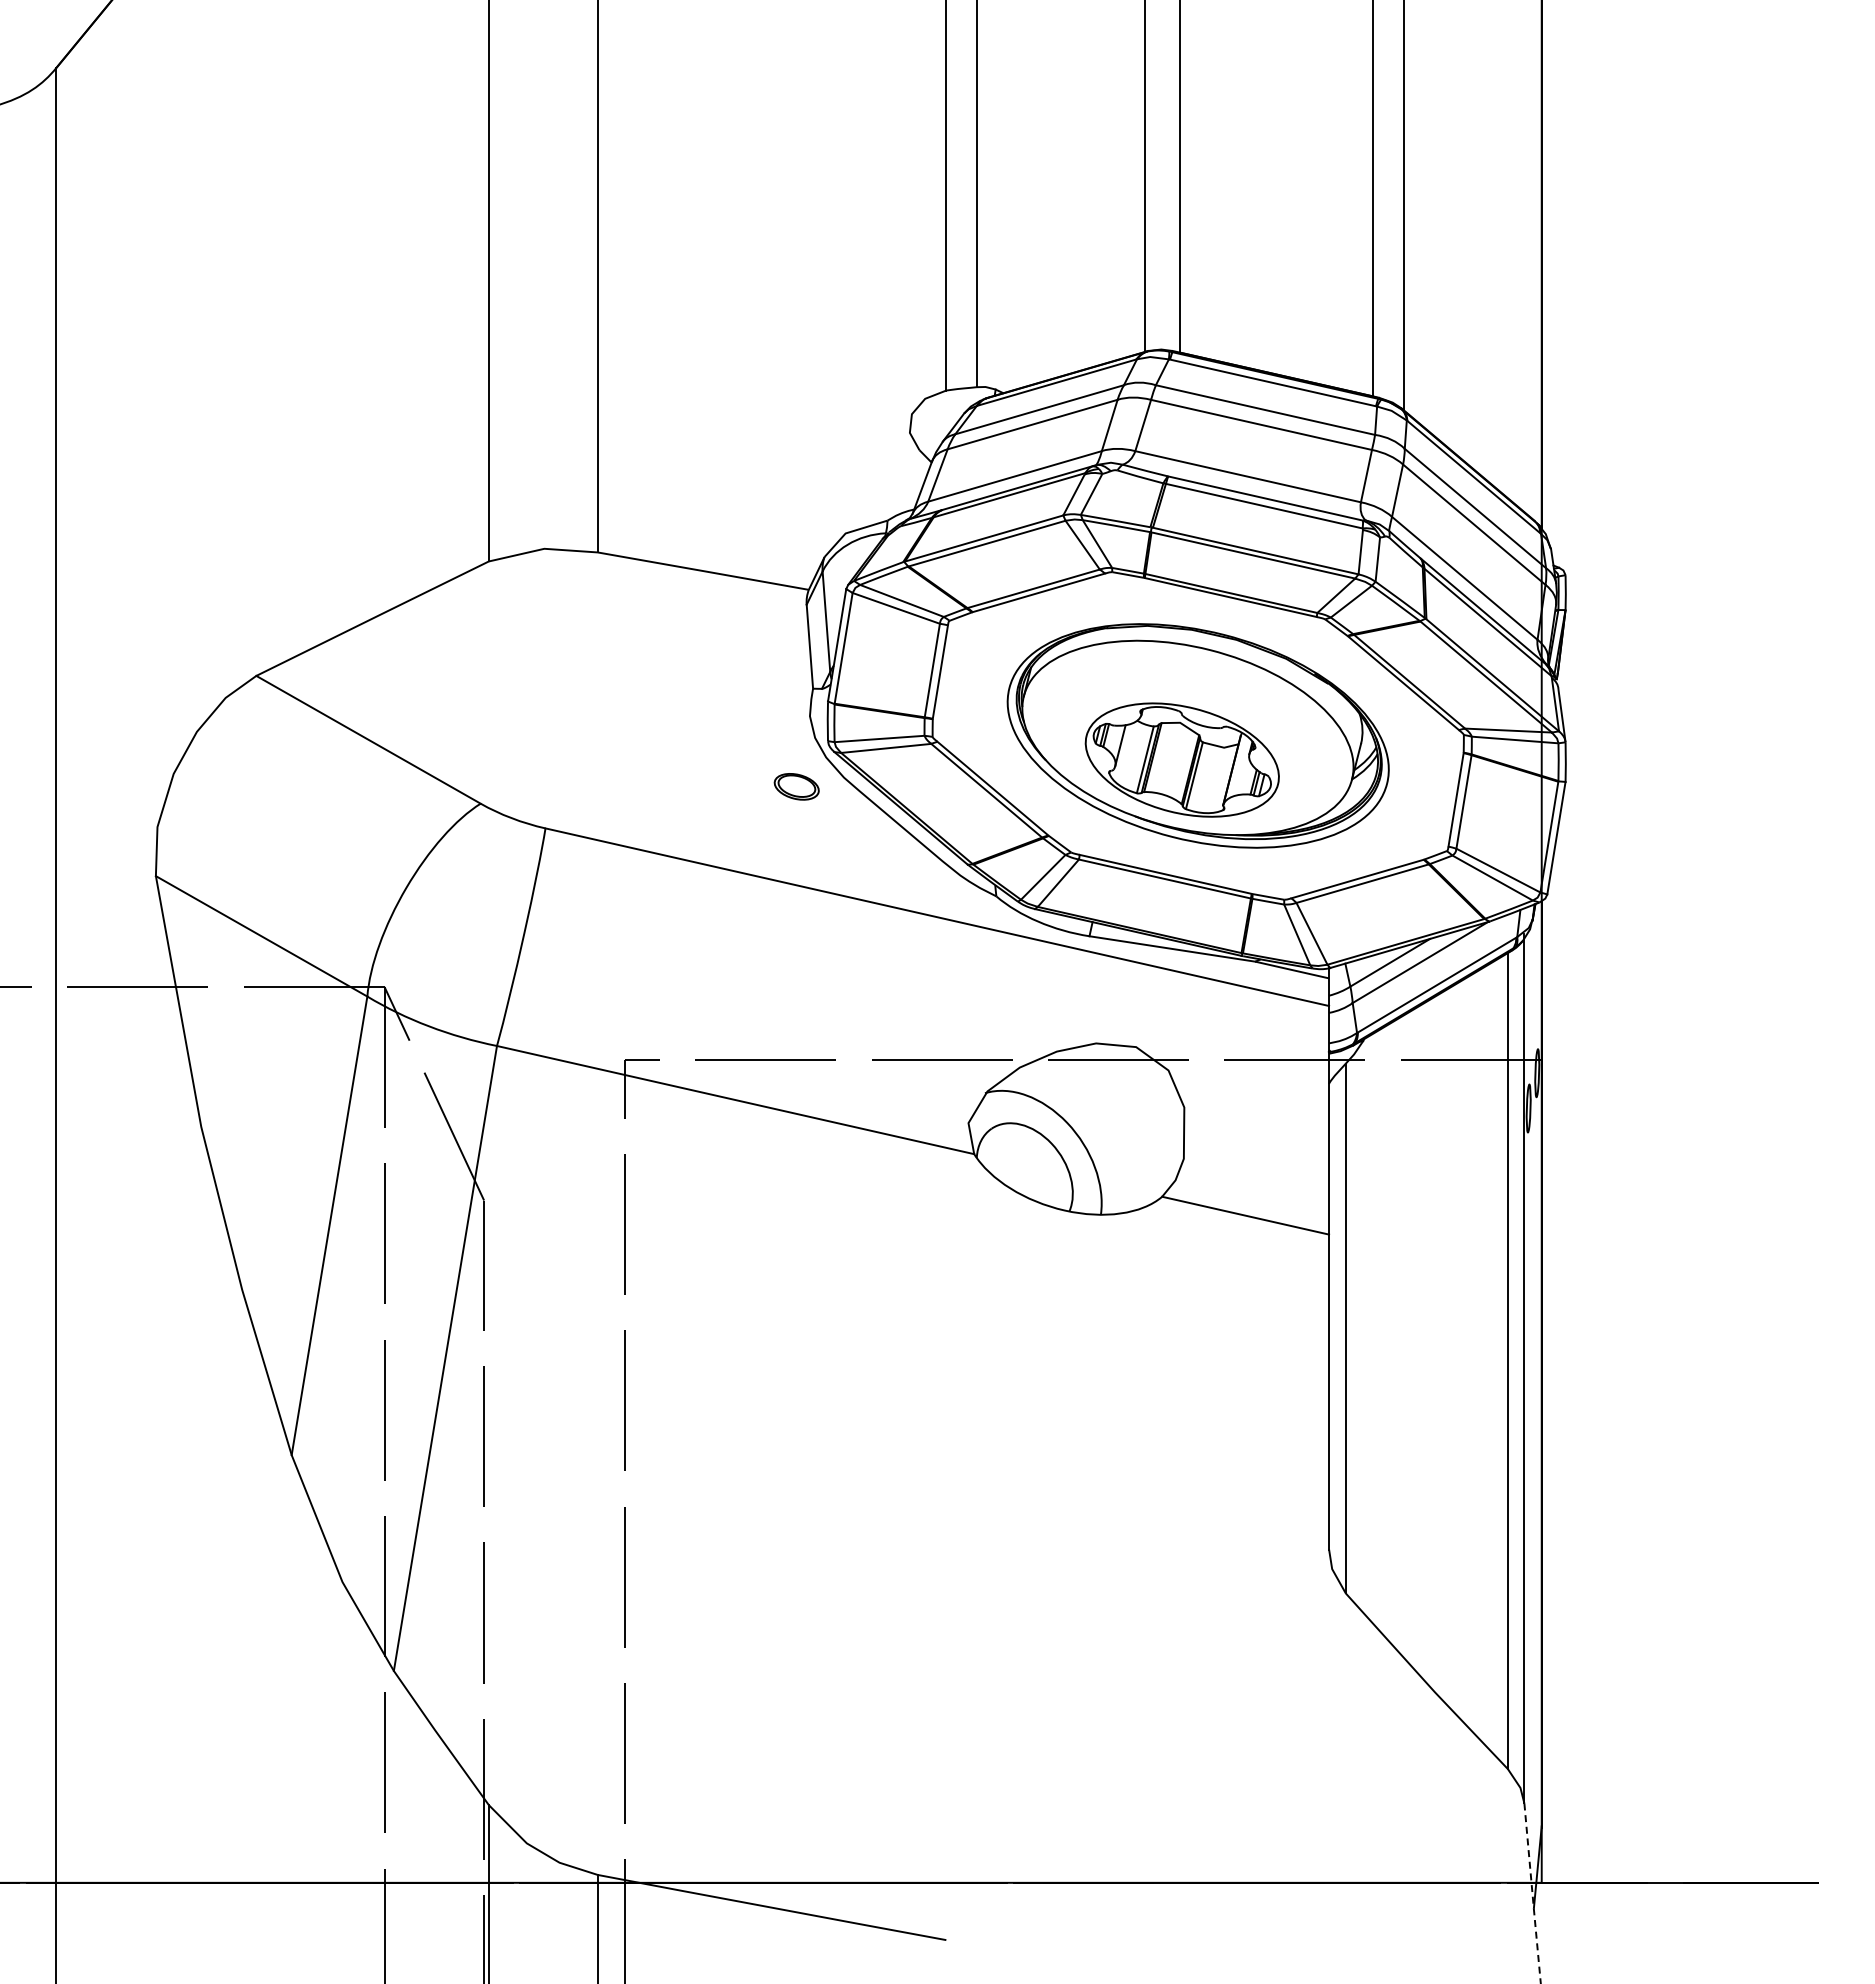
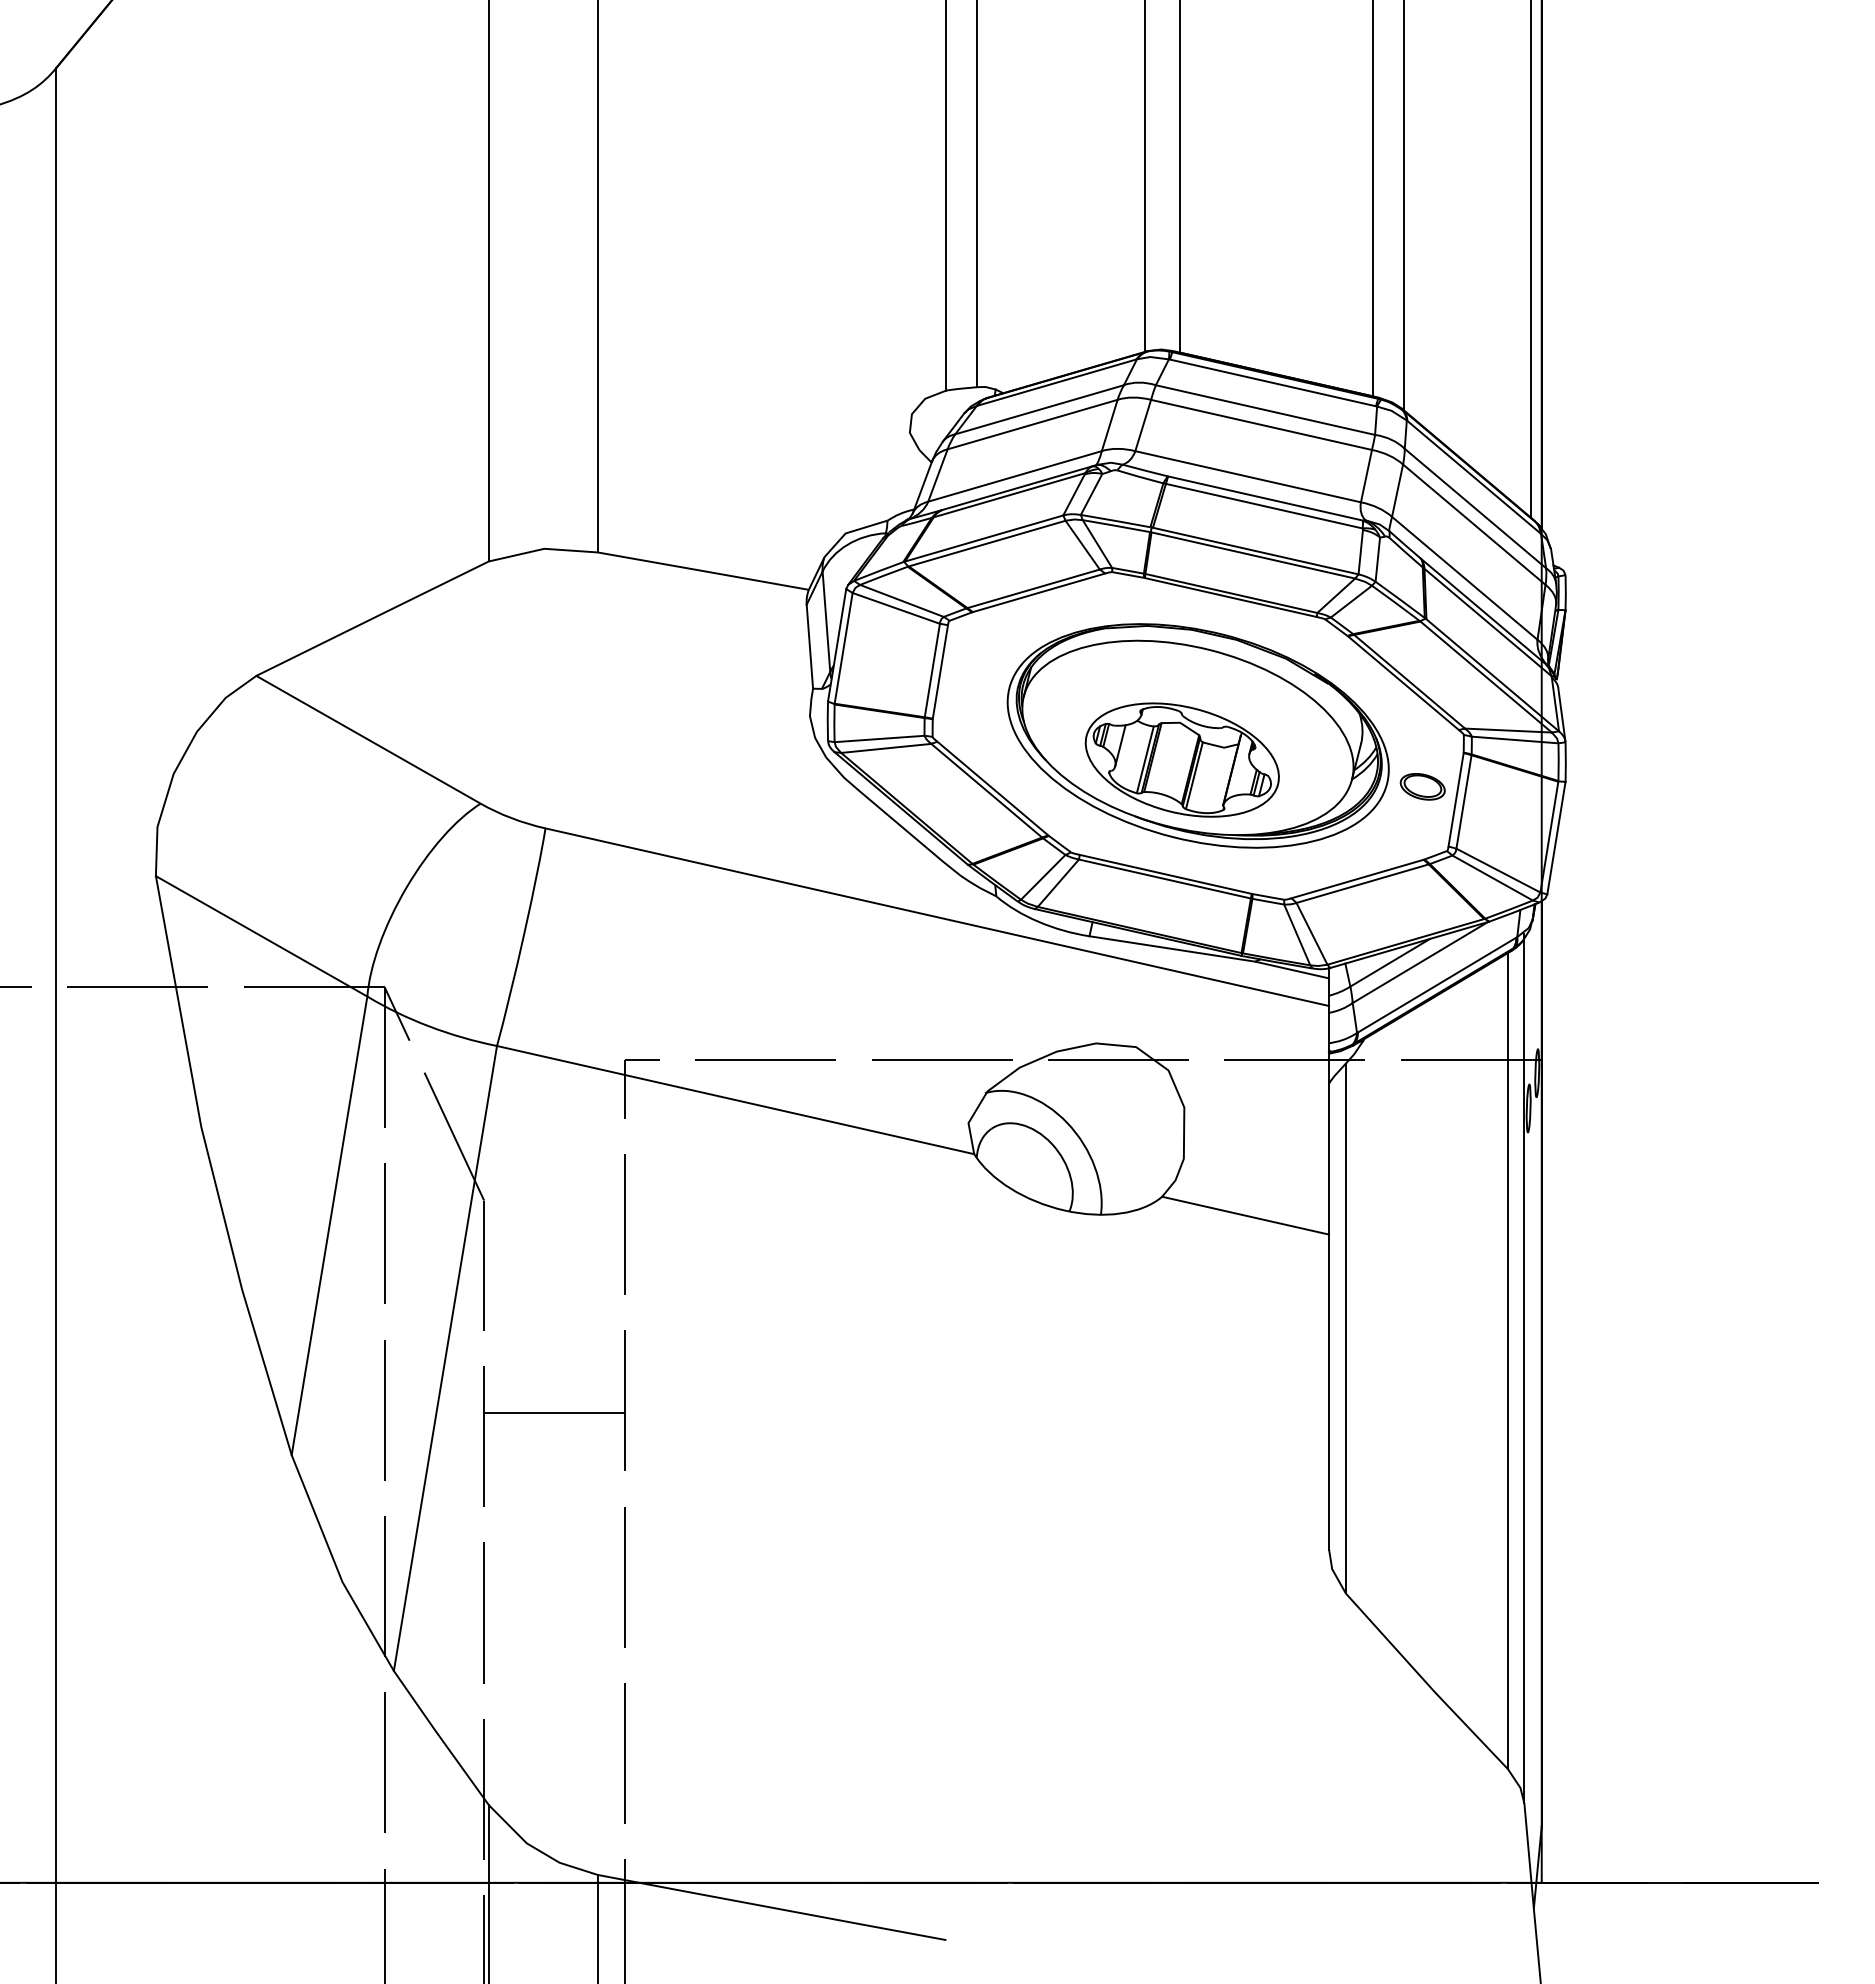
line at (1531, 260): none -> present
part at (796, 786) position: (796, 786) -> (1422, 786)
line at (554, 1412): none -> present
line at (1532, 1894): dashed -> solid
